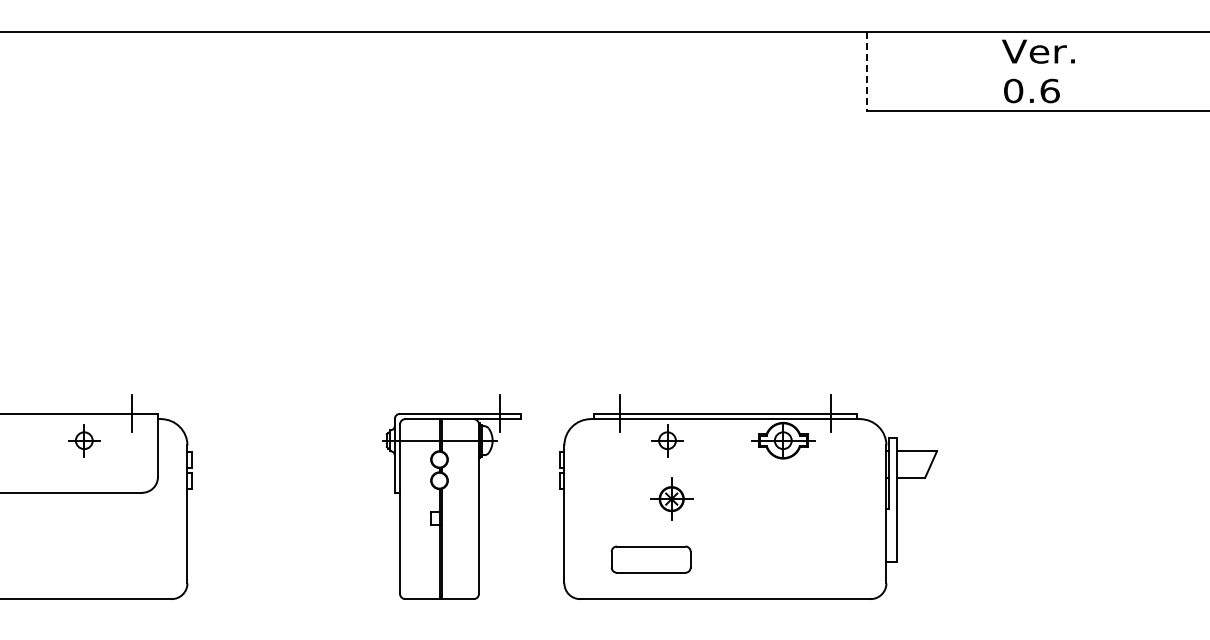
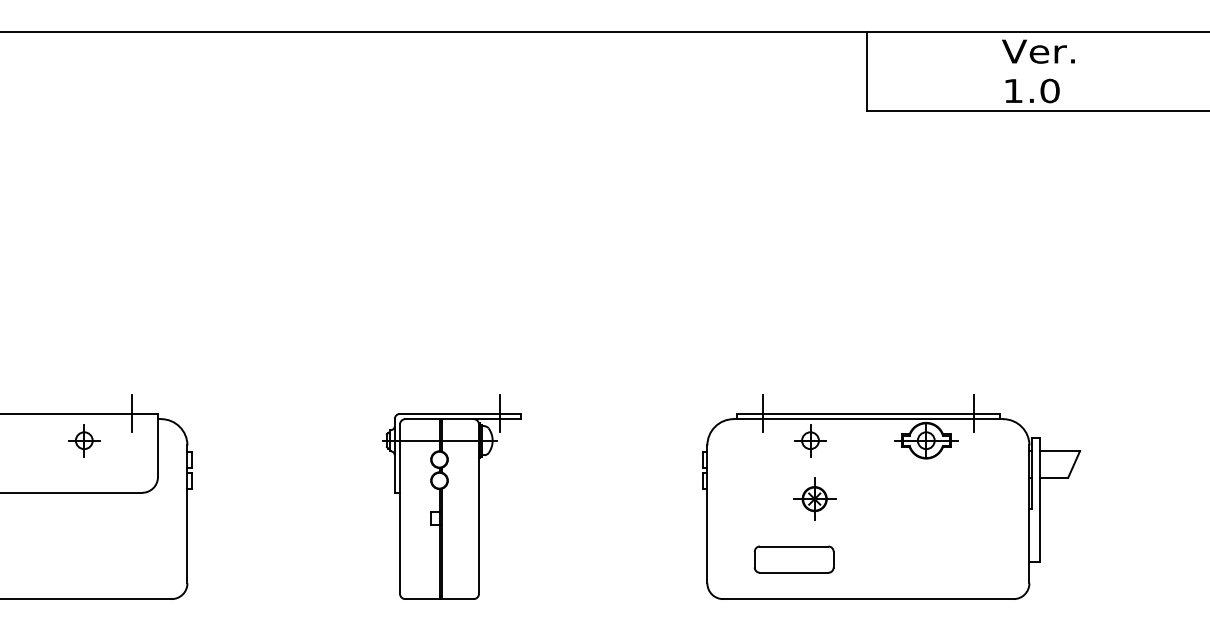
line at (867, 71): dashed -> solid
text at (1031, 90): 0.6 -> 1.0
part at (748, 496) position: (748, 496) -> (891, 496)
